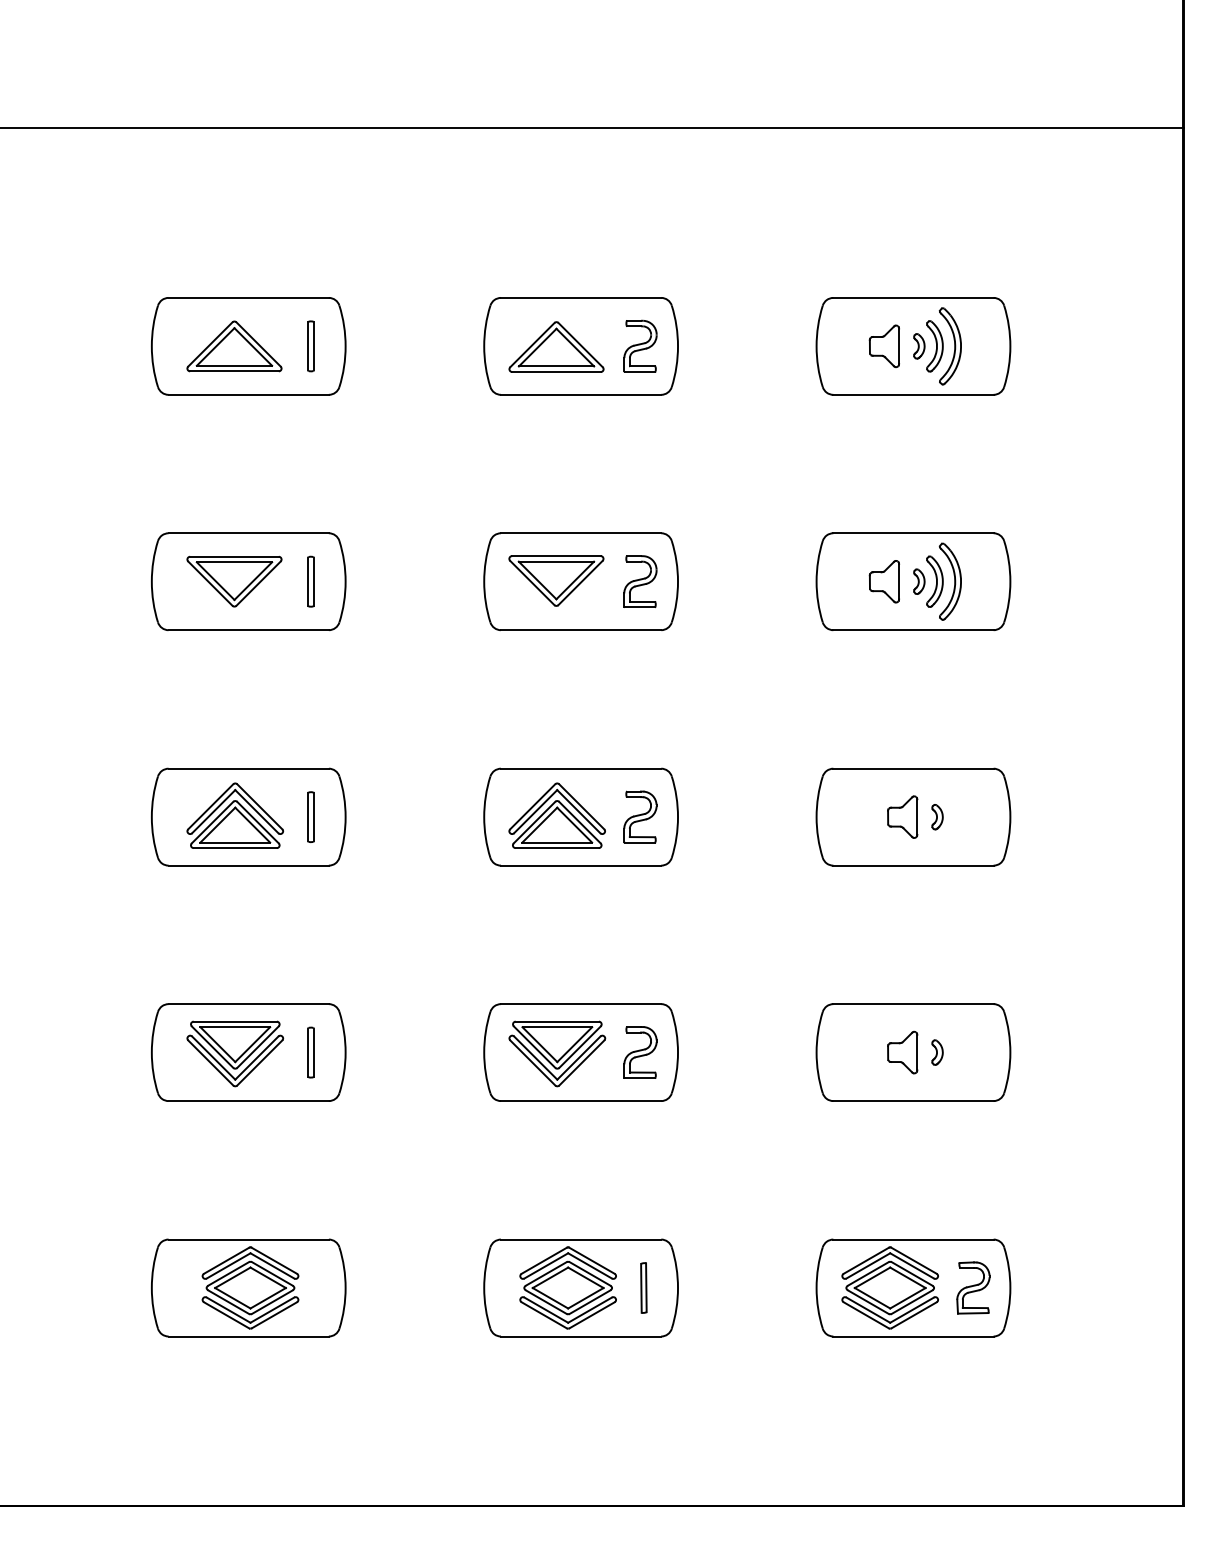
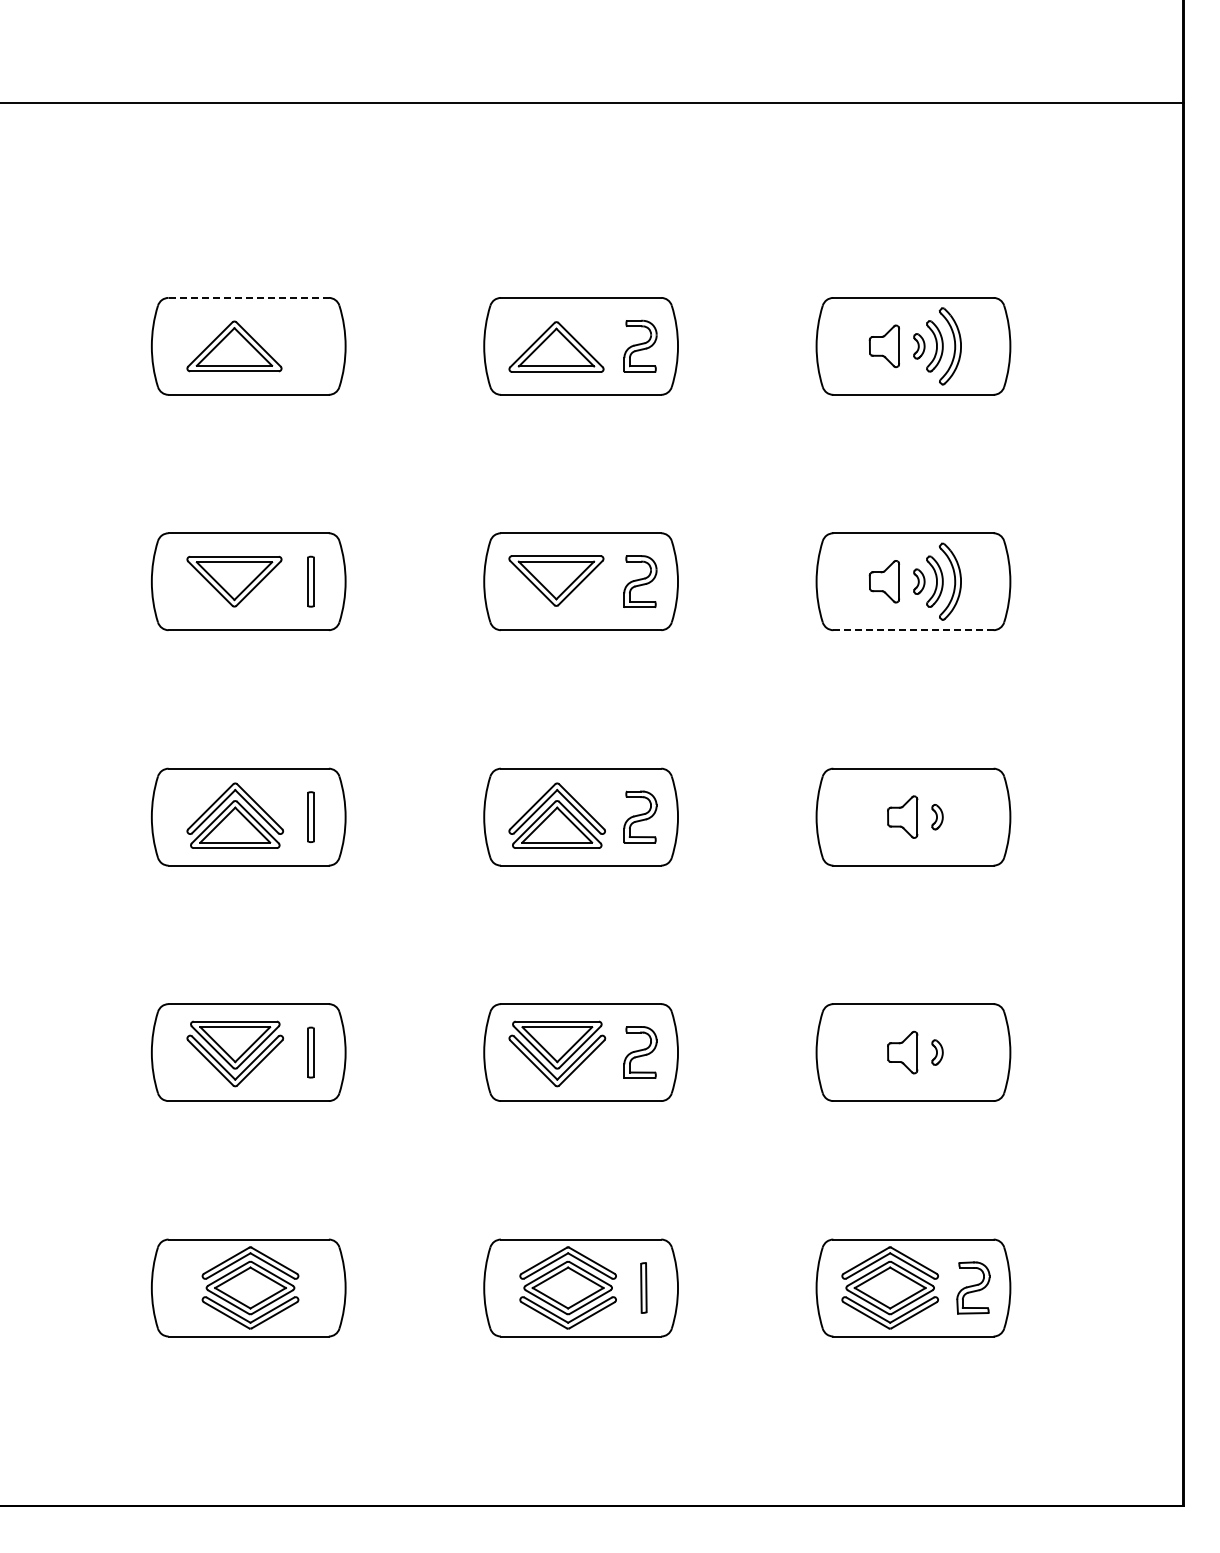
line at (592, 128) position: (592, 128) -> (592, 103)
line at (249, 297): solid -> dashed
part at (310, 346): present -> none
line at (913, 630): solid -> dashed
